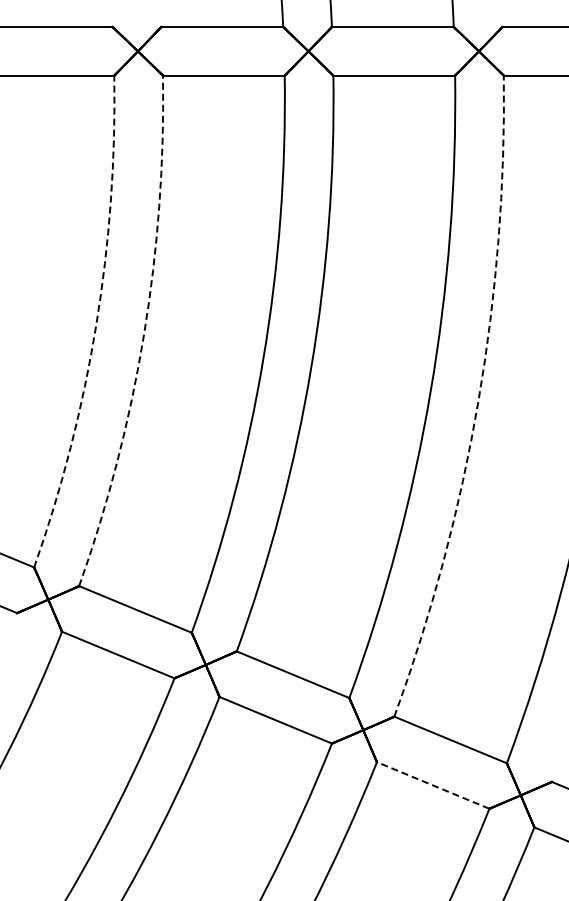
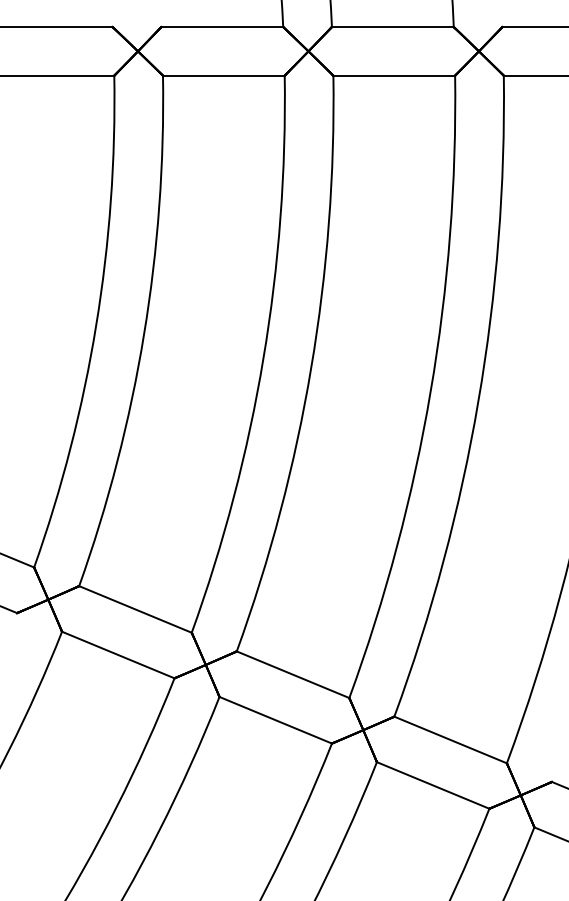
arc at (96, 325): dashed -> solid
arc at (144, 334): dashed -> solid
arc at (478, 401): dashed -> solid
line at (433, 785): dashed -> solid
